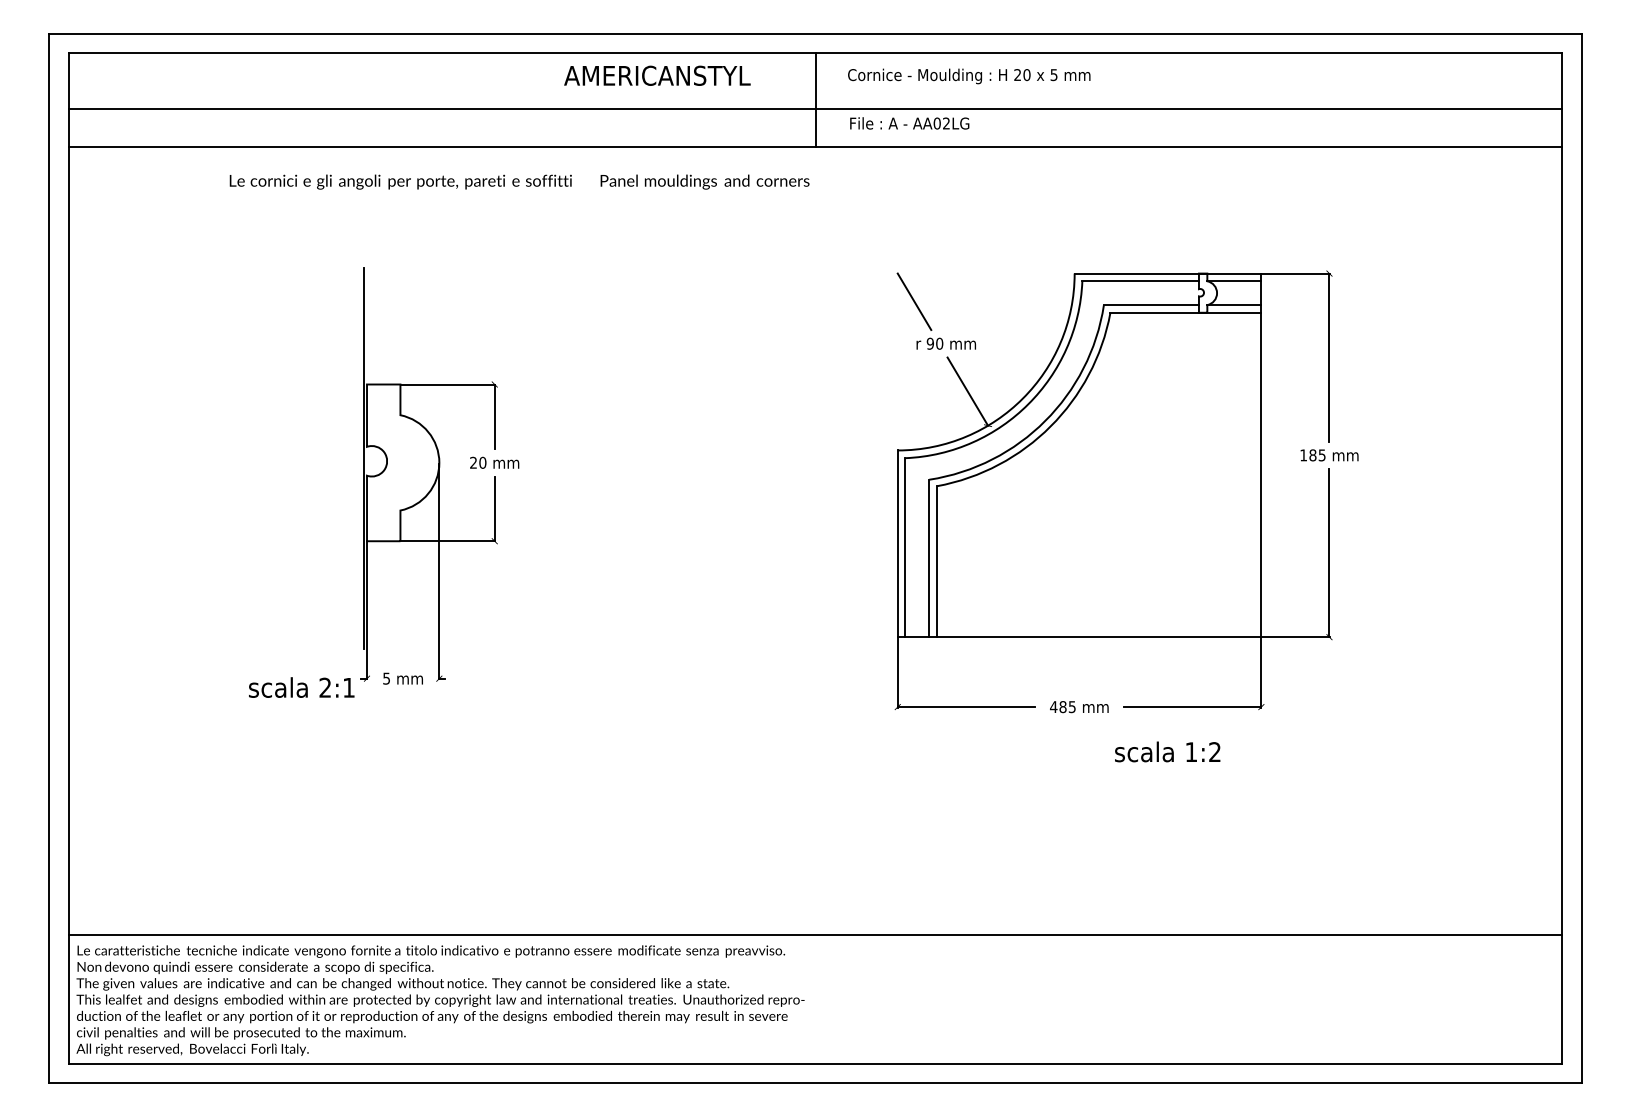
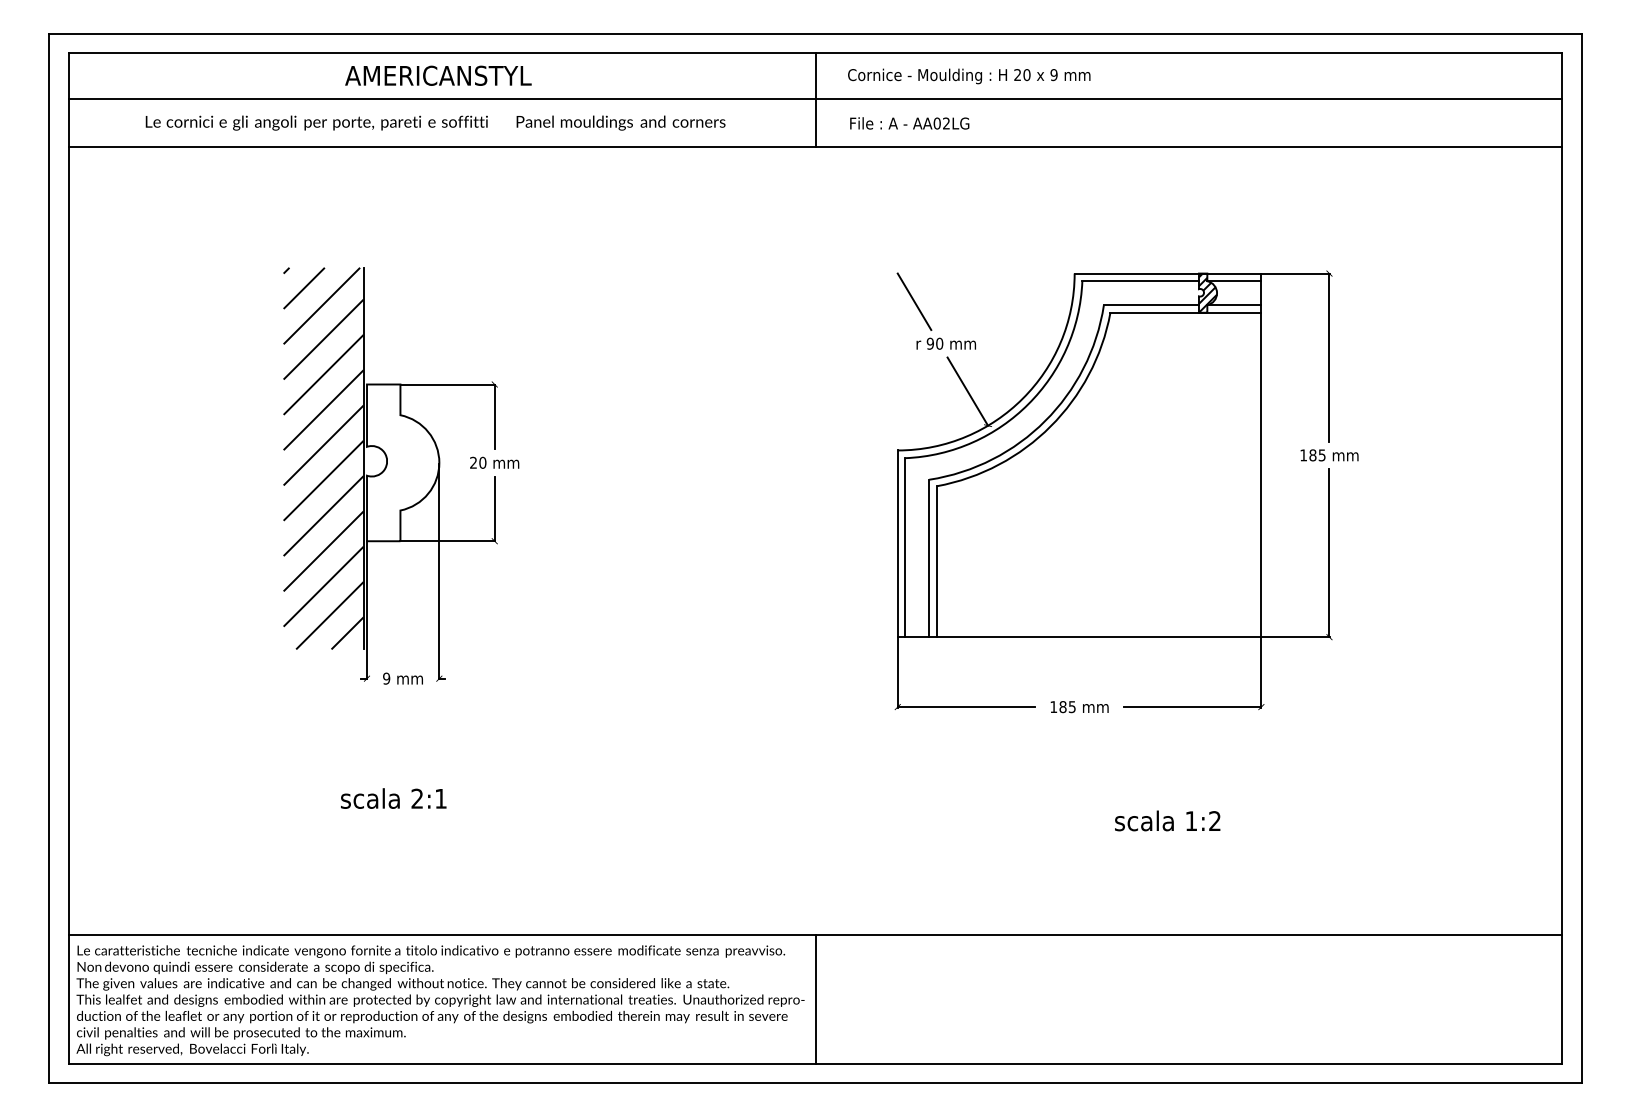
text at (1053, 74): 5 -> 9
text at (657, 75) position: (657, 75) -> (438, 75)
line at (815, 108) position: (815, 108) -> (815, 98)
text at (519, 181) position: (519, 181) -> (435, 122)
hatch at (1207, 292): none -> present
hatch at (323, 458): none -> present
text at (386, 678): 5 -> 9
text at (301, 687) position: (301, 687) -> (393, 798)
text at (1053, 706): 485 -> 185
text at (1167, 751) position: (1167, 751) -> (1167, 820)
line at (815, 998): none -> present
